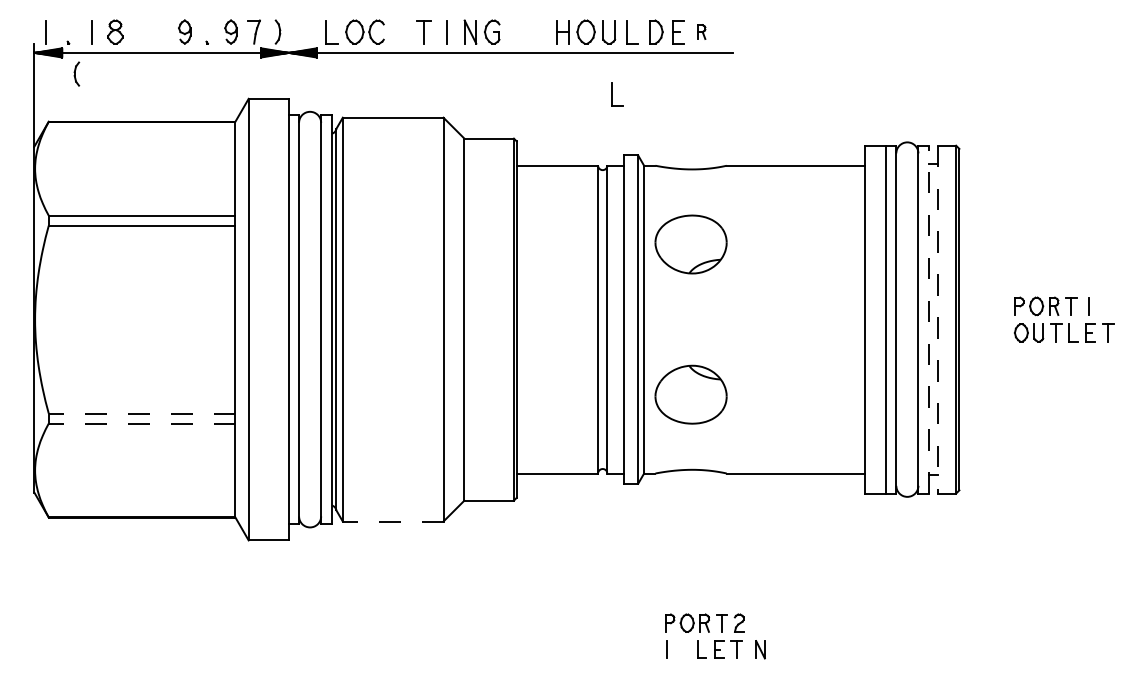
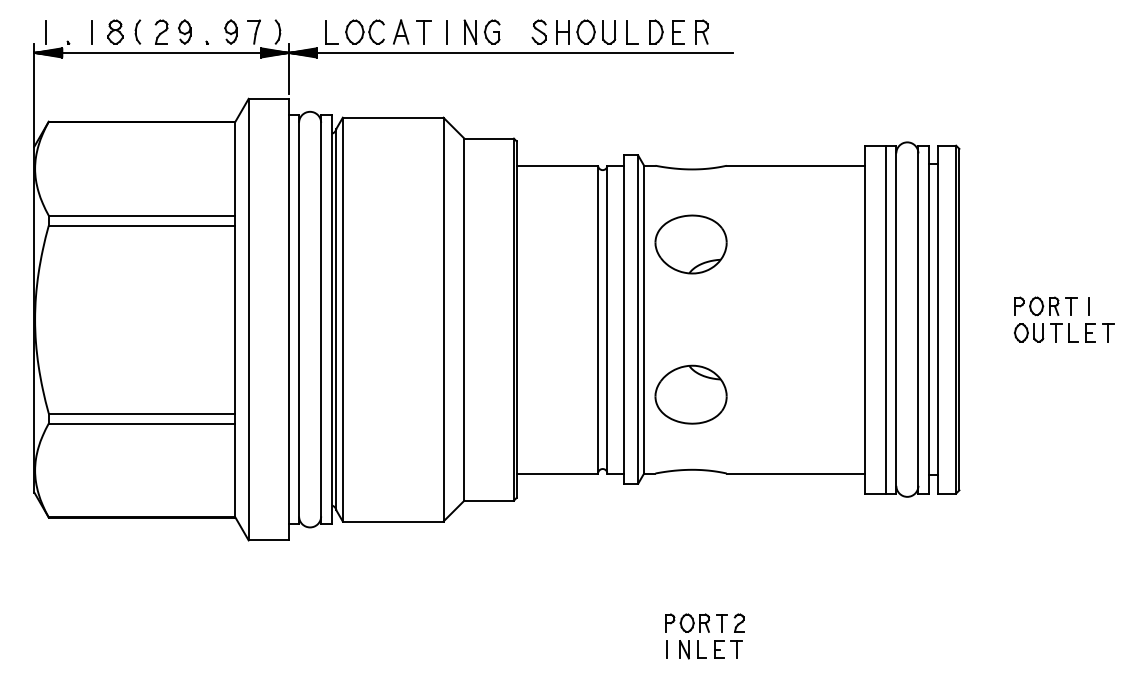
part at (161, 31): none -> present
part at (401, 31): none -> present
part at (538, 31): none -> present
part at (701, 31) size: 10x16 px -> 14x26 px
line at (288, 68): none -> present
part at (76, 73) position: (76, 73) -> (137, 31)
part at (617, 94): present -> none
line at (929, 319): dashed -> solid
line at (937, 319): dashed -> solid
line at (141, 413): dashed -> solid
line at (141, 423): dashed -> solid
line at (392, 521): dashed -> solid
part at (760, 649) position: (760, 649) -> (684, 649)
